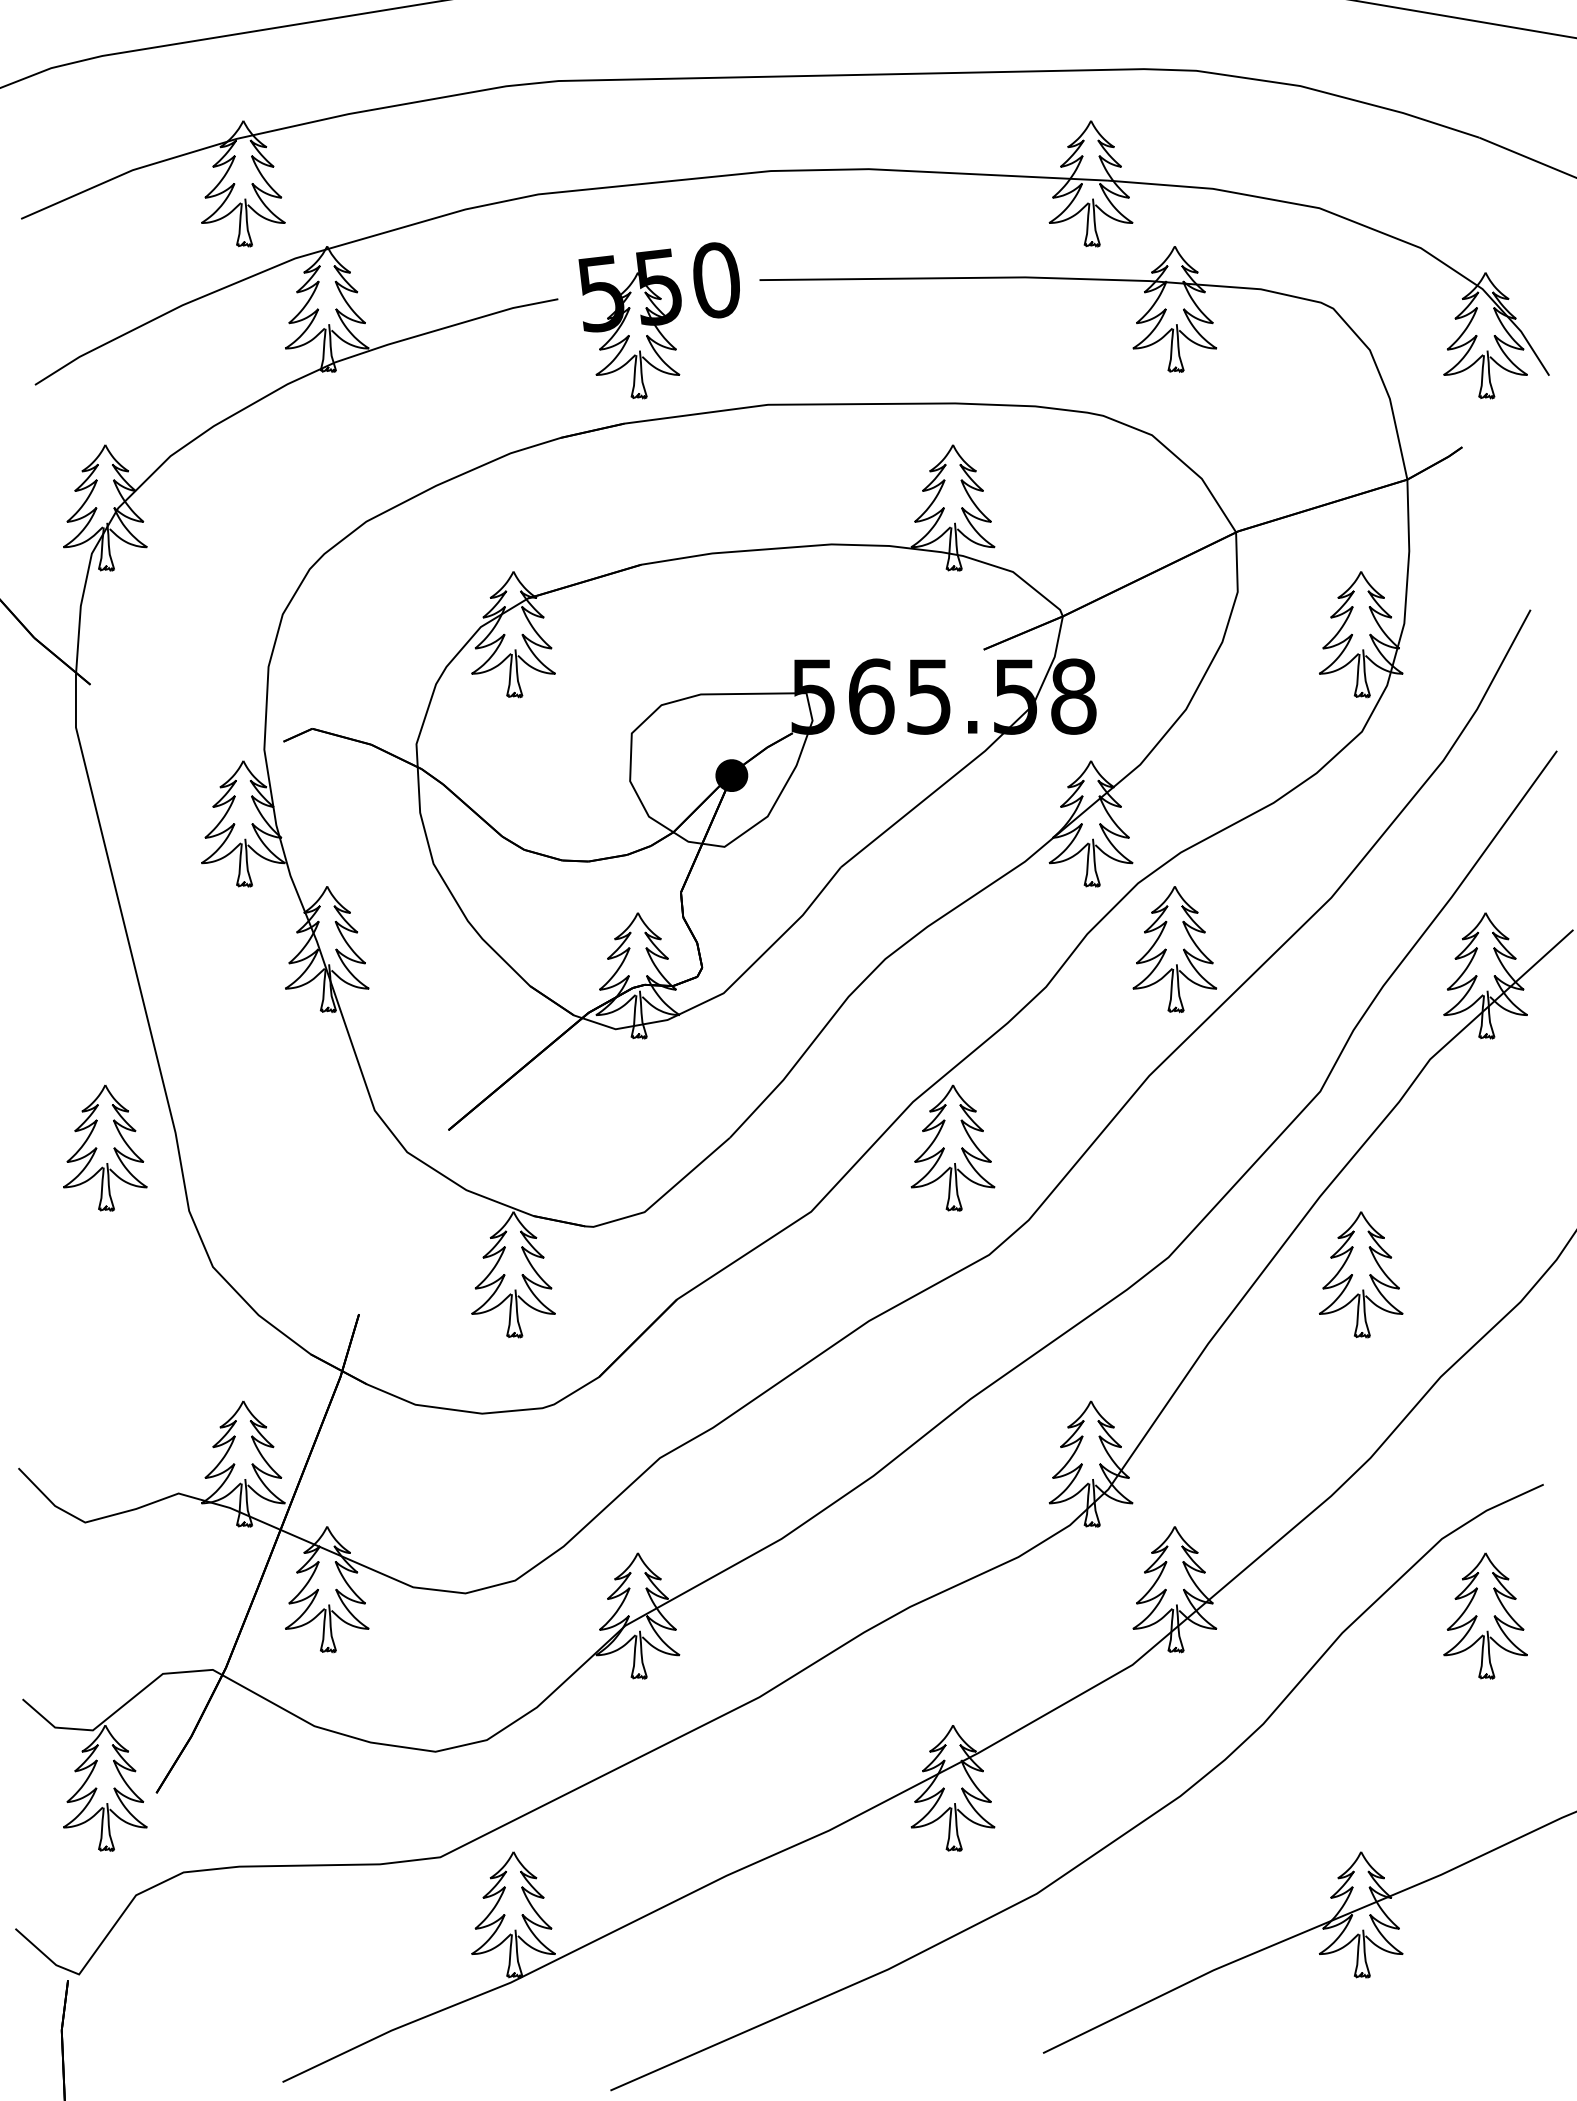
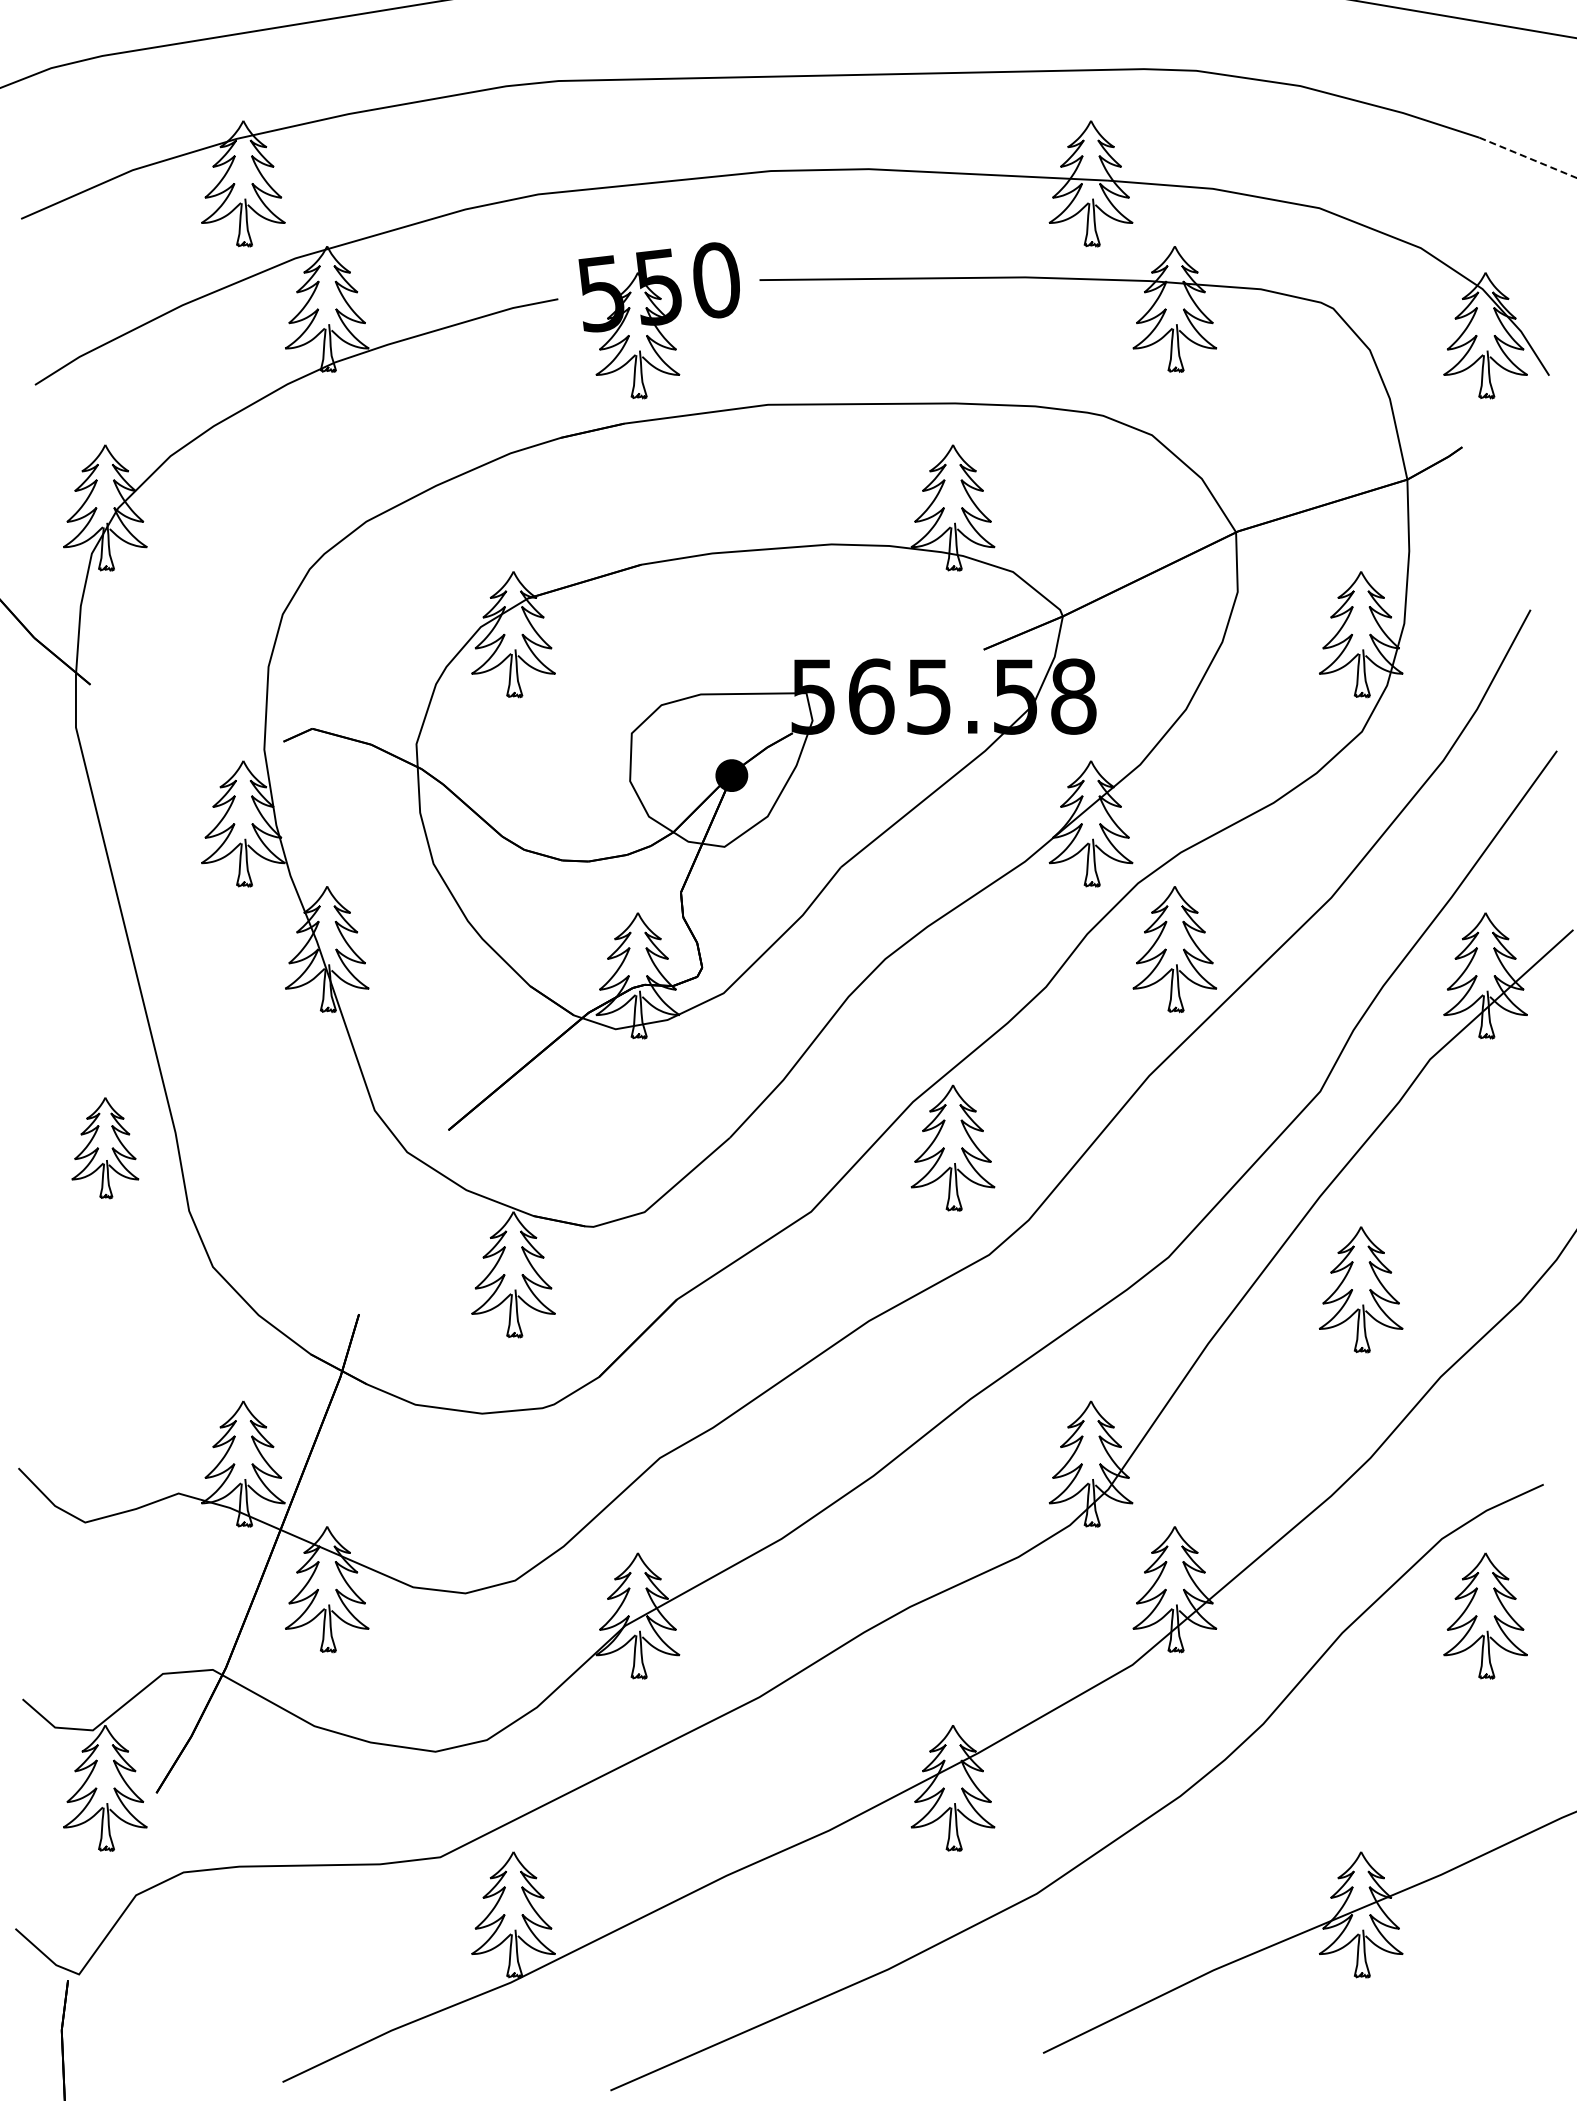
line at (1528, 157): solid -> dashed
part at (105, 1147) size: 85x128 px -> 69x103 px
part at (1360, 1274) position: (1360, 1274) -> (1360, 1289)
